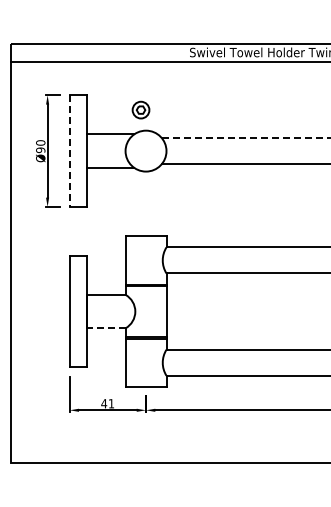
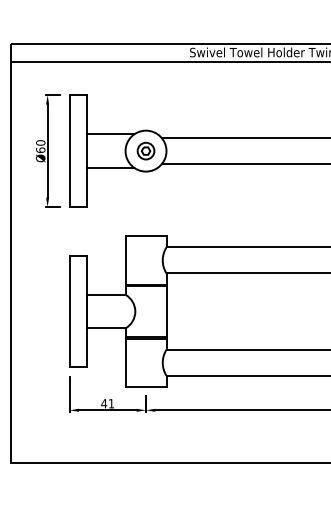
part at (140, 109) position: (140, 109) -> (145, 150)
line at (246, 138): dashed -> solid
text at (40, 150): Ø90 -> Ø60
line at (69, 151): dashed -> solid
line at (106, 328): dashed -> solid
